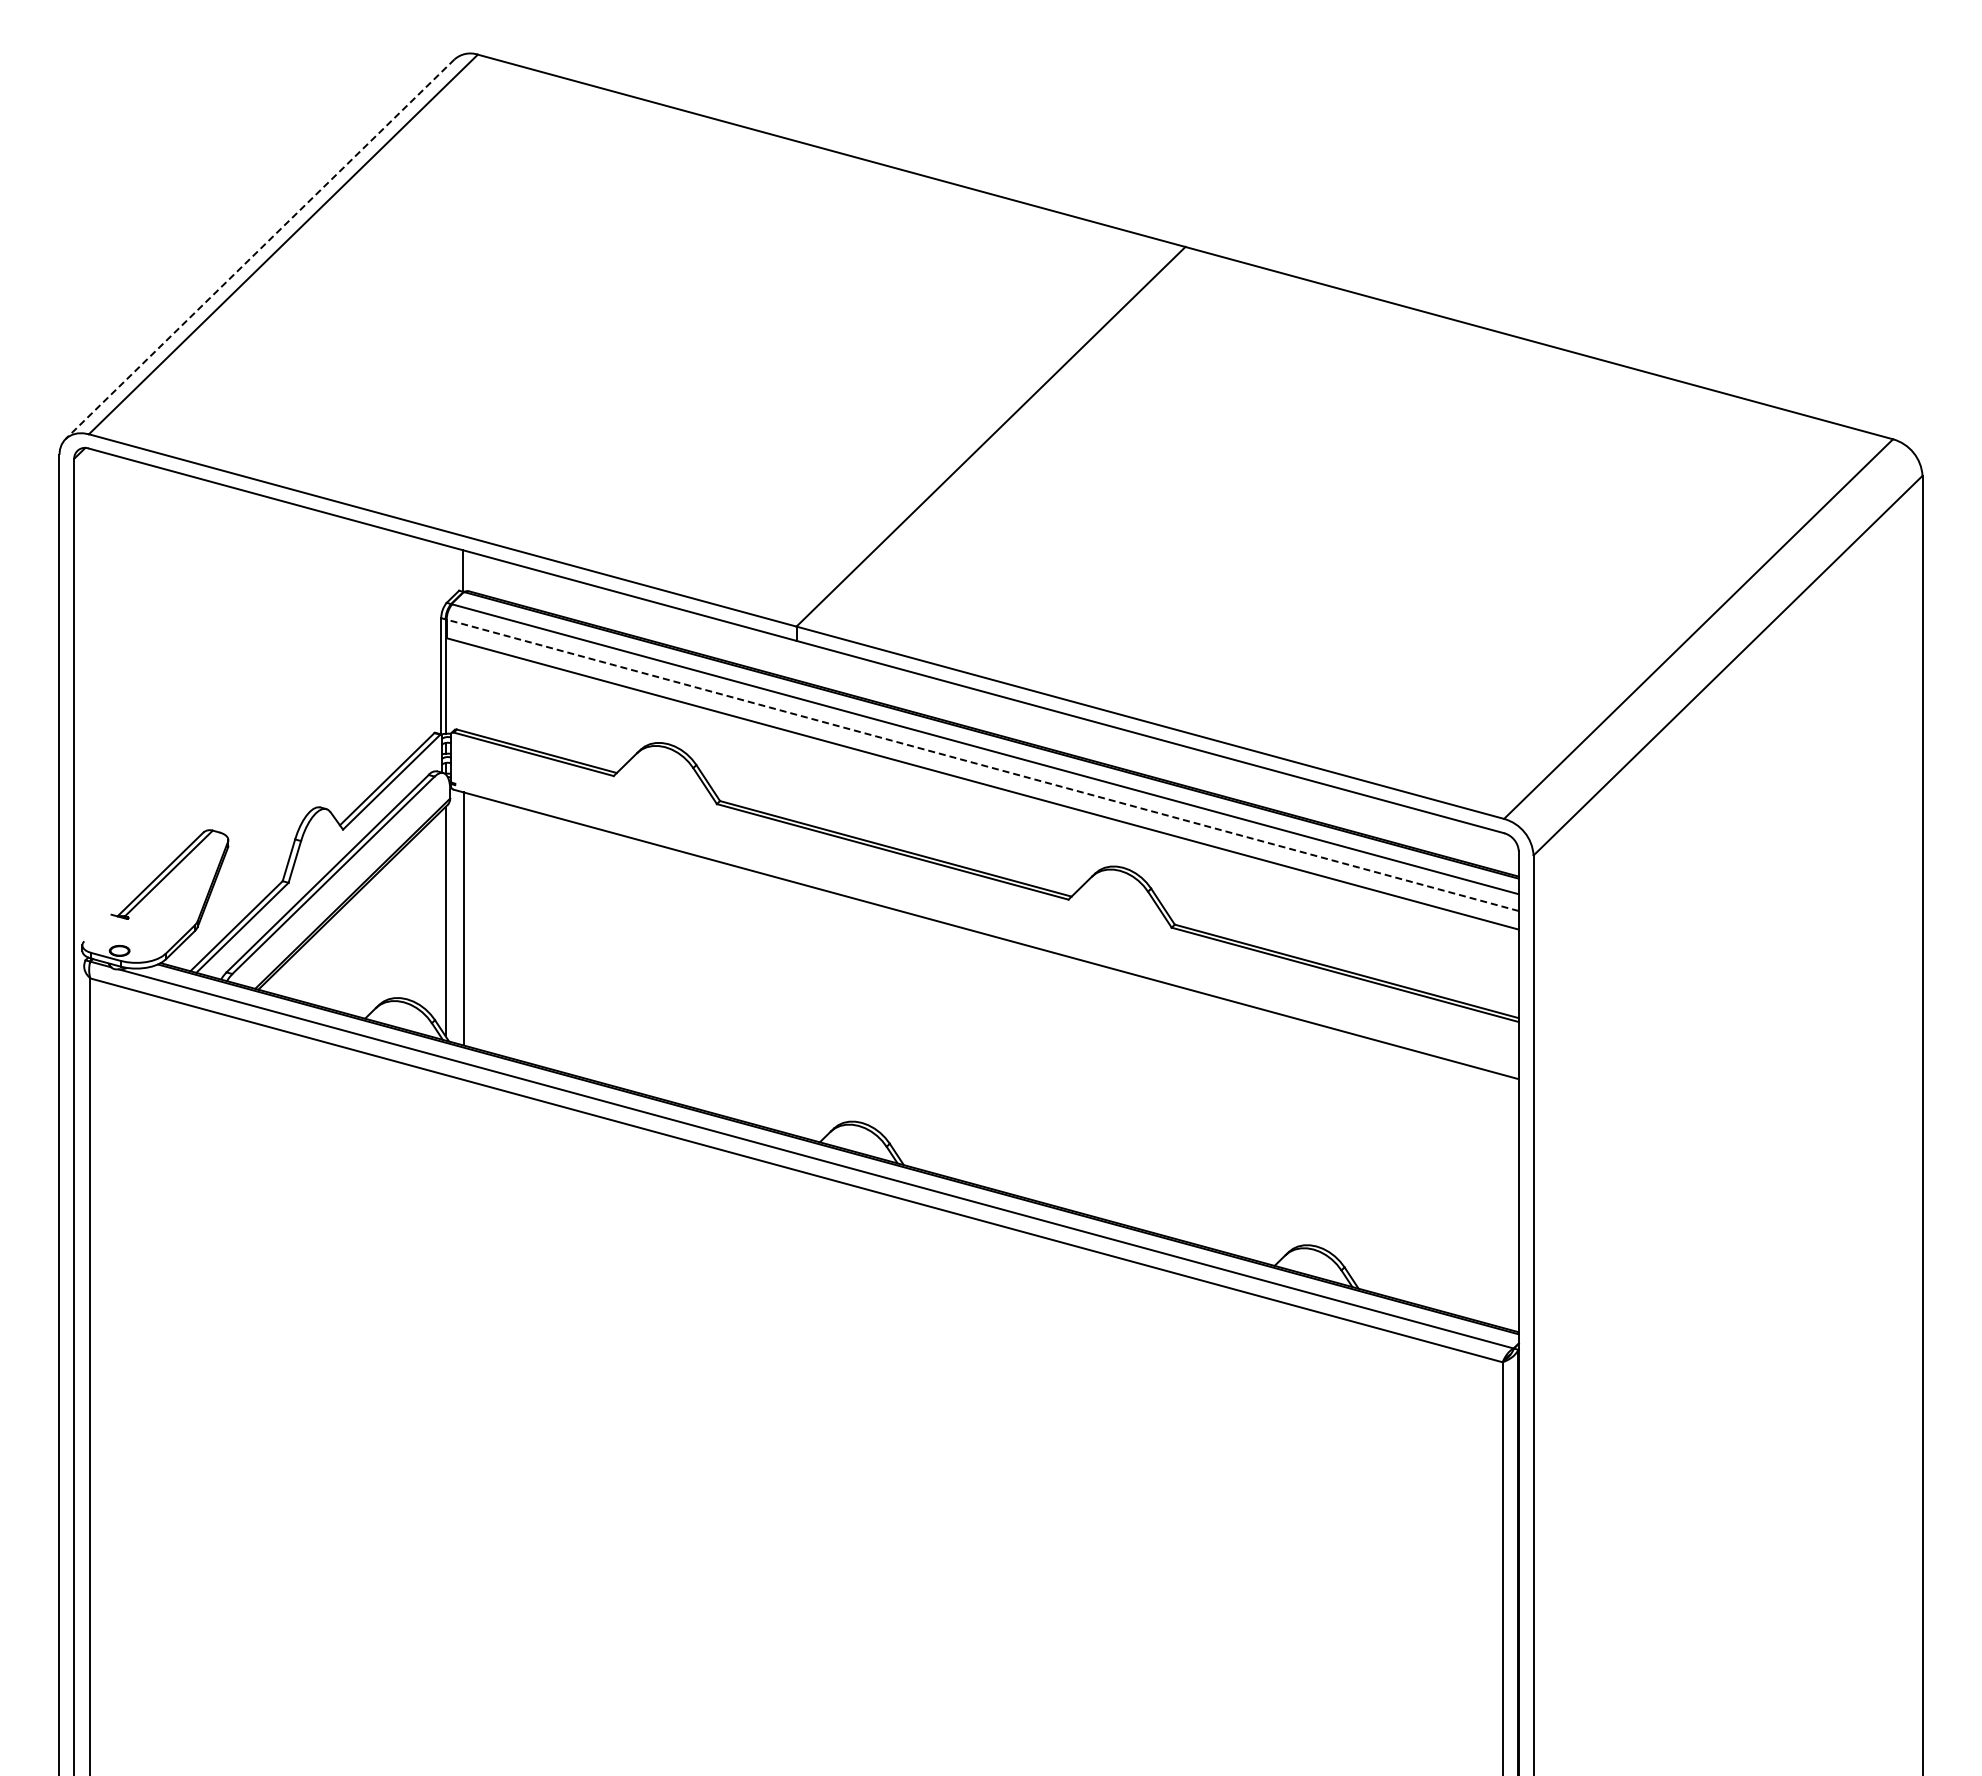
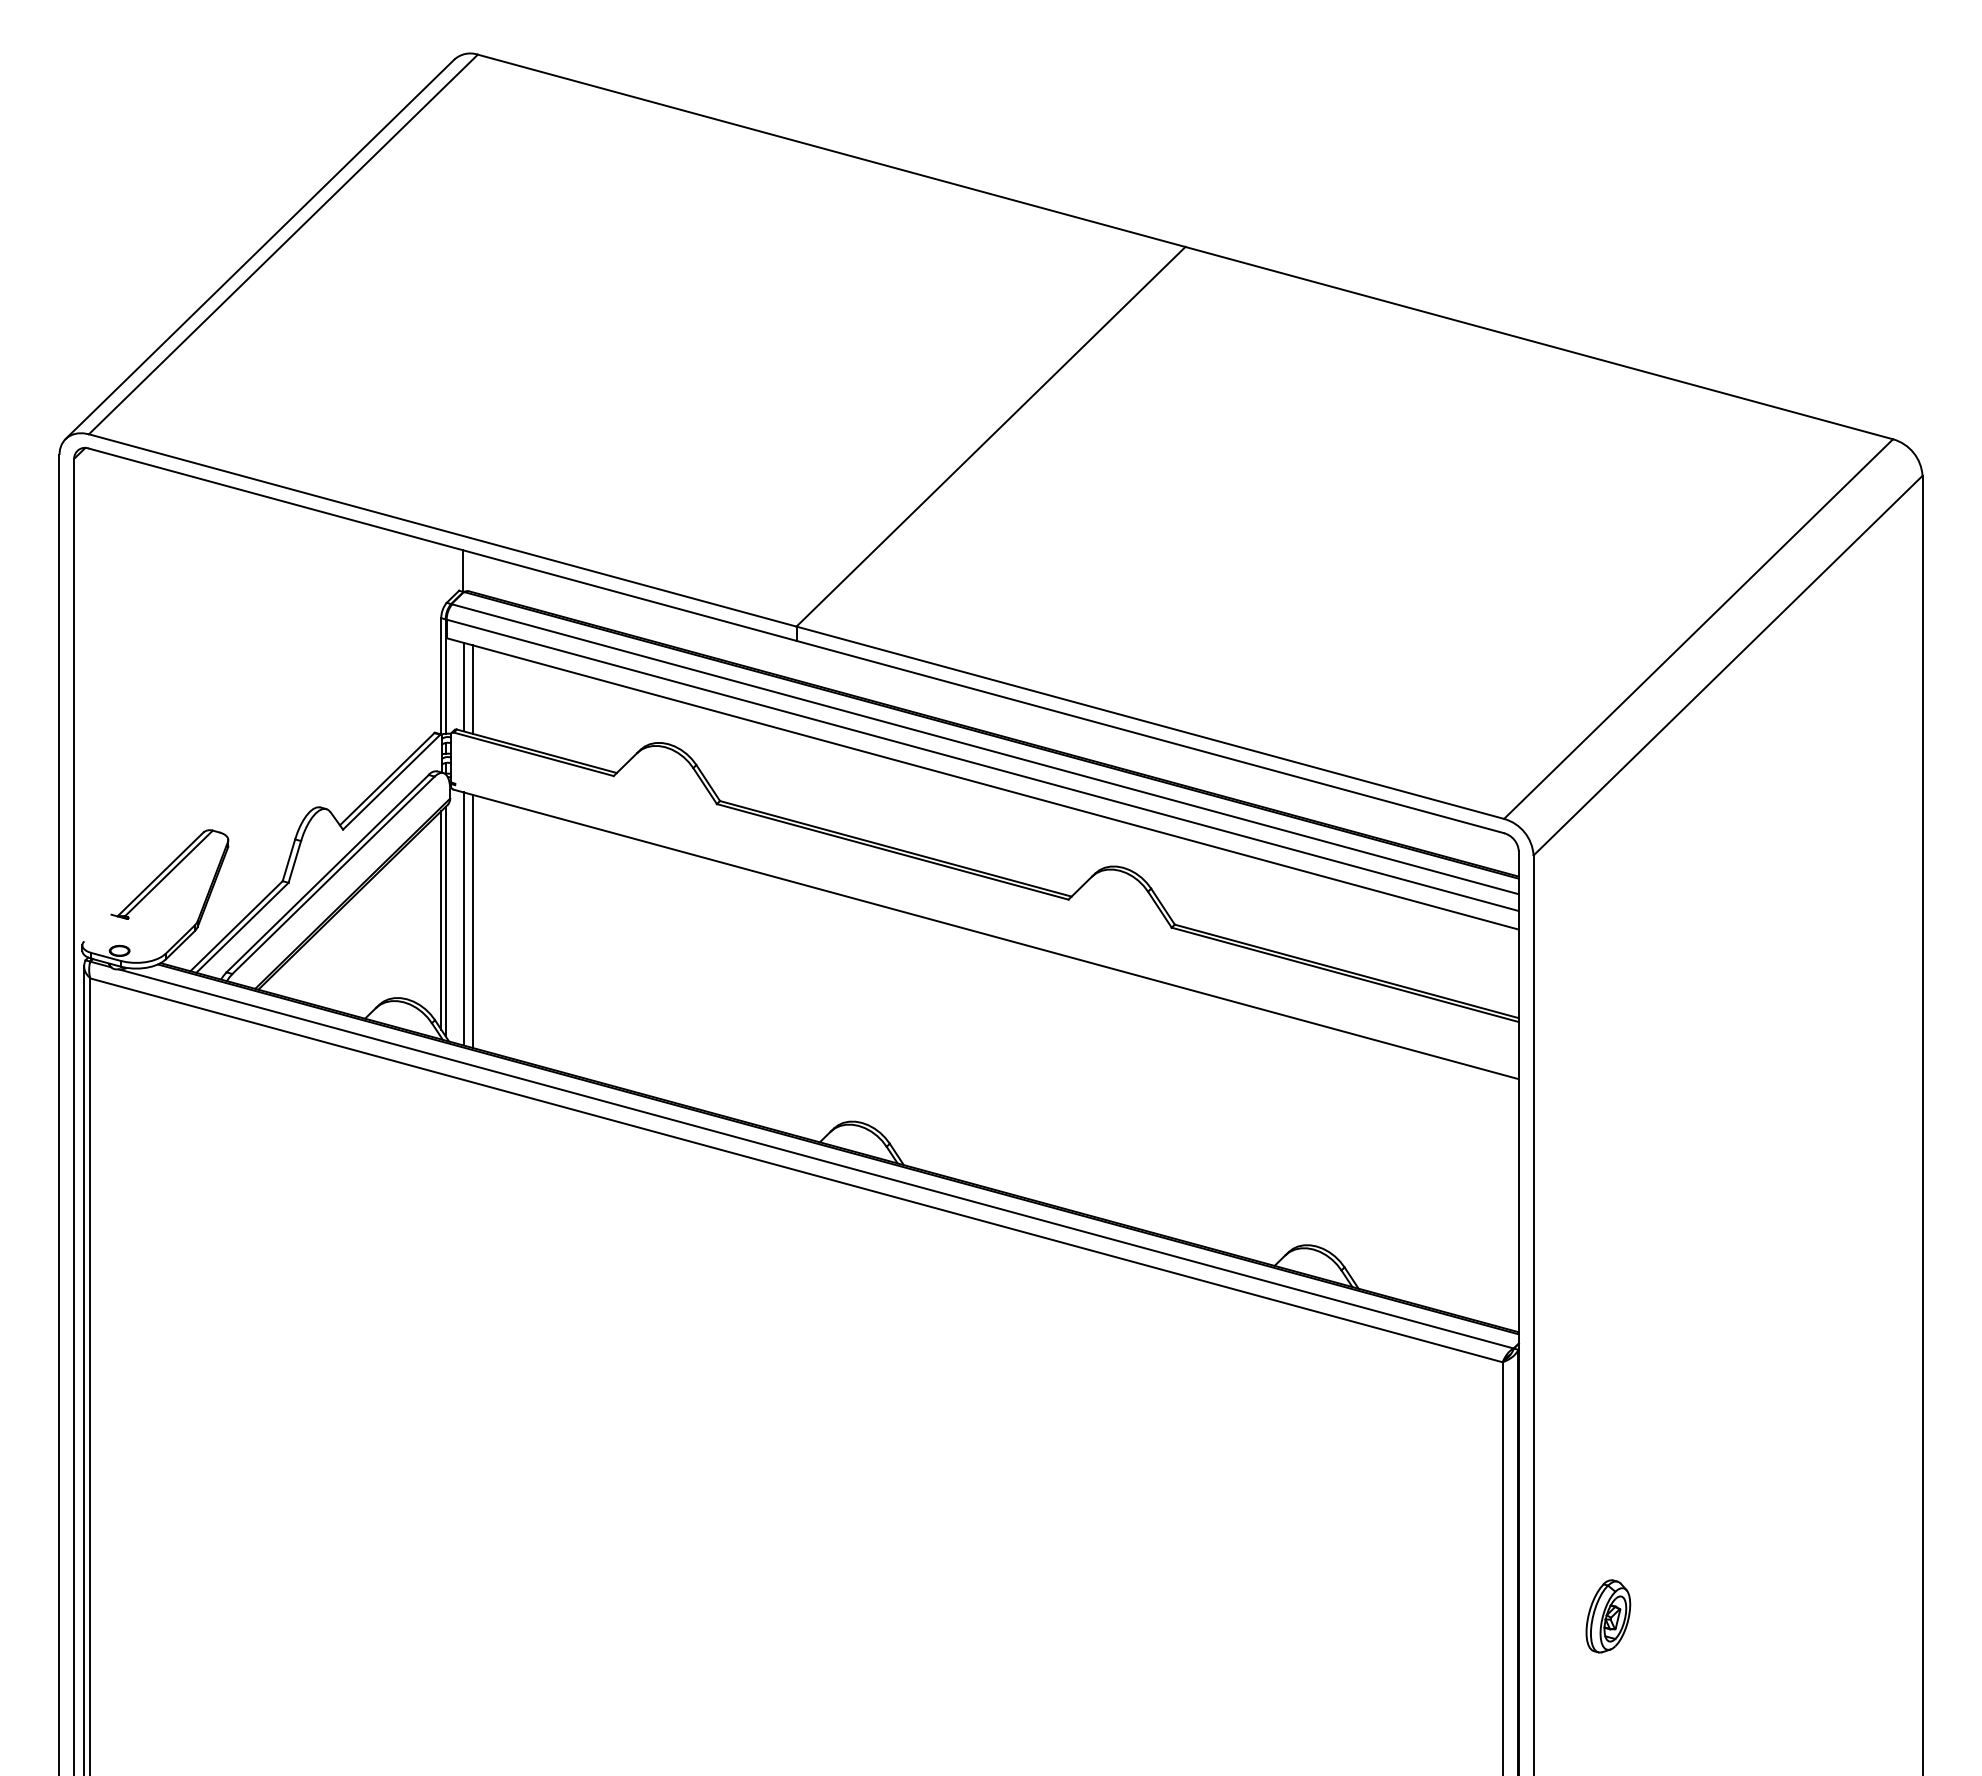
line at (260, 249): dashed -> solid
line at (463, 686): none -> present
line at (472, 689): none -> present
line at (982, 765): dashed -> solid
line at (441, 920): none -> present
line at (472, 920): none -> present
line at (84, 1369): none -> present
part at (1608, 1616): none -> present
